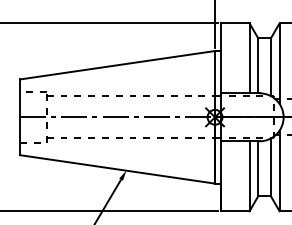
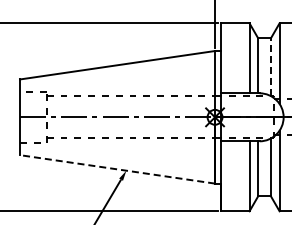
line at (270, 67): solid -> dashed
line at (117, 169): solid -> dashed
